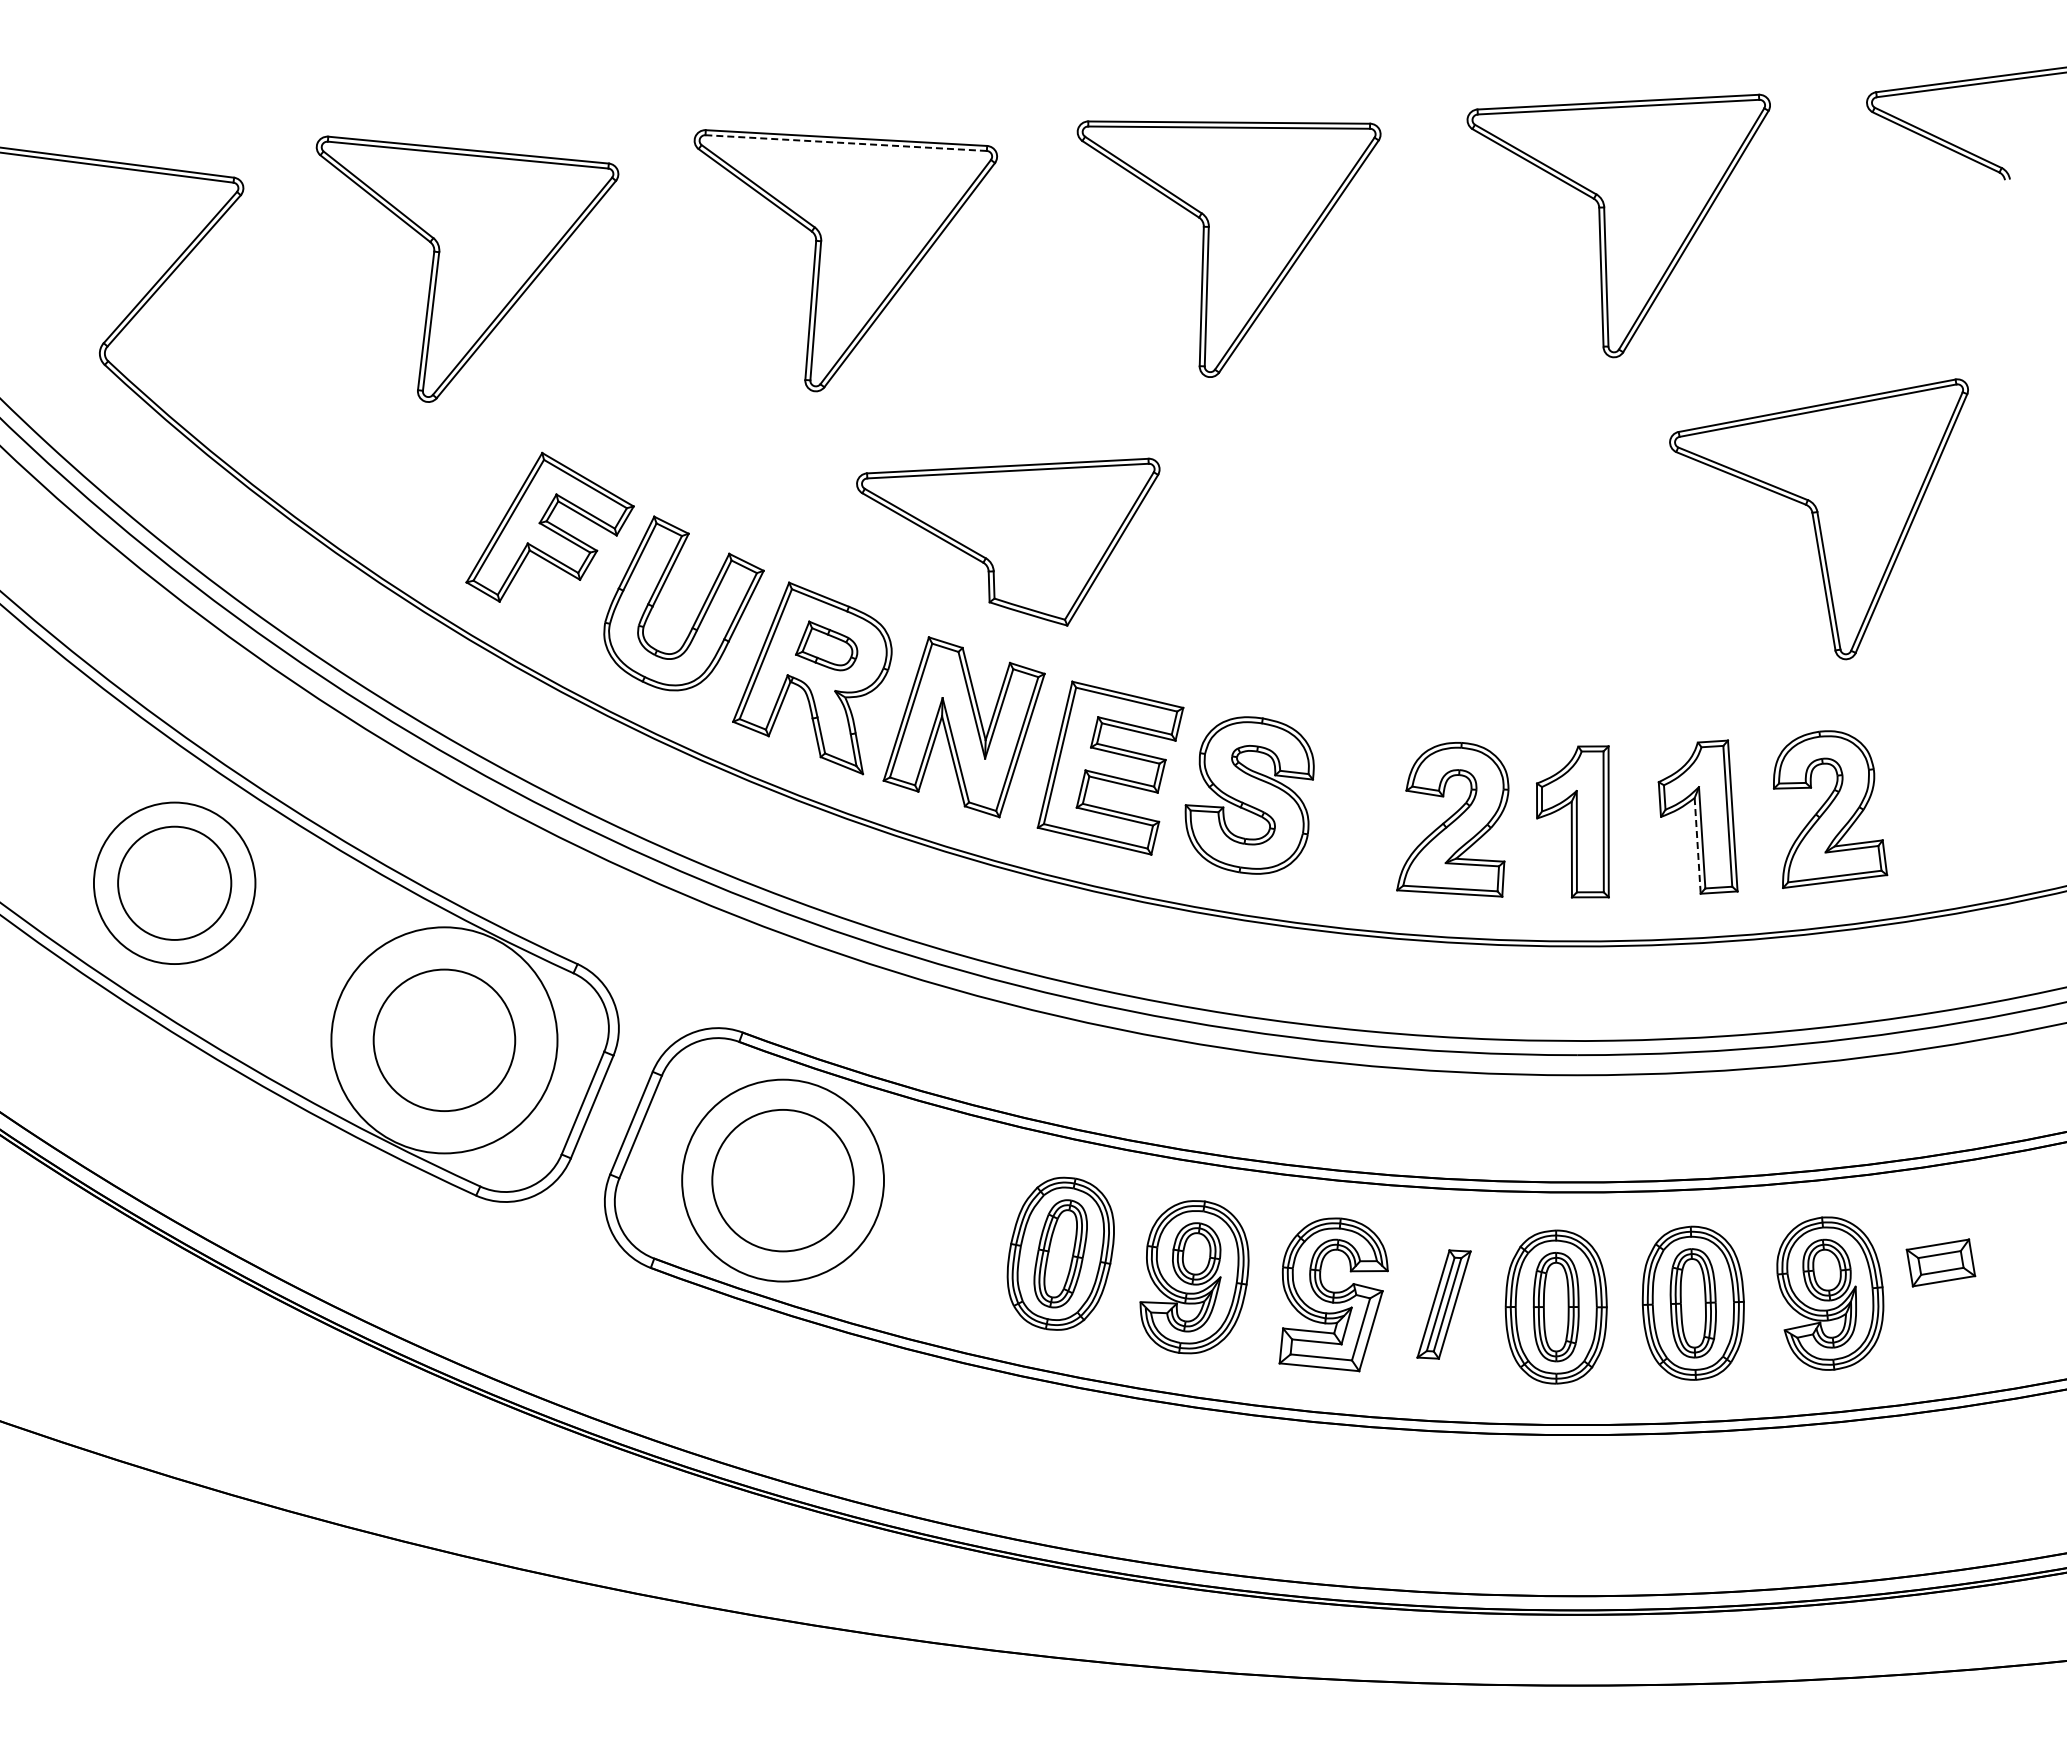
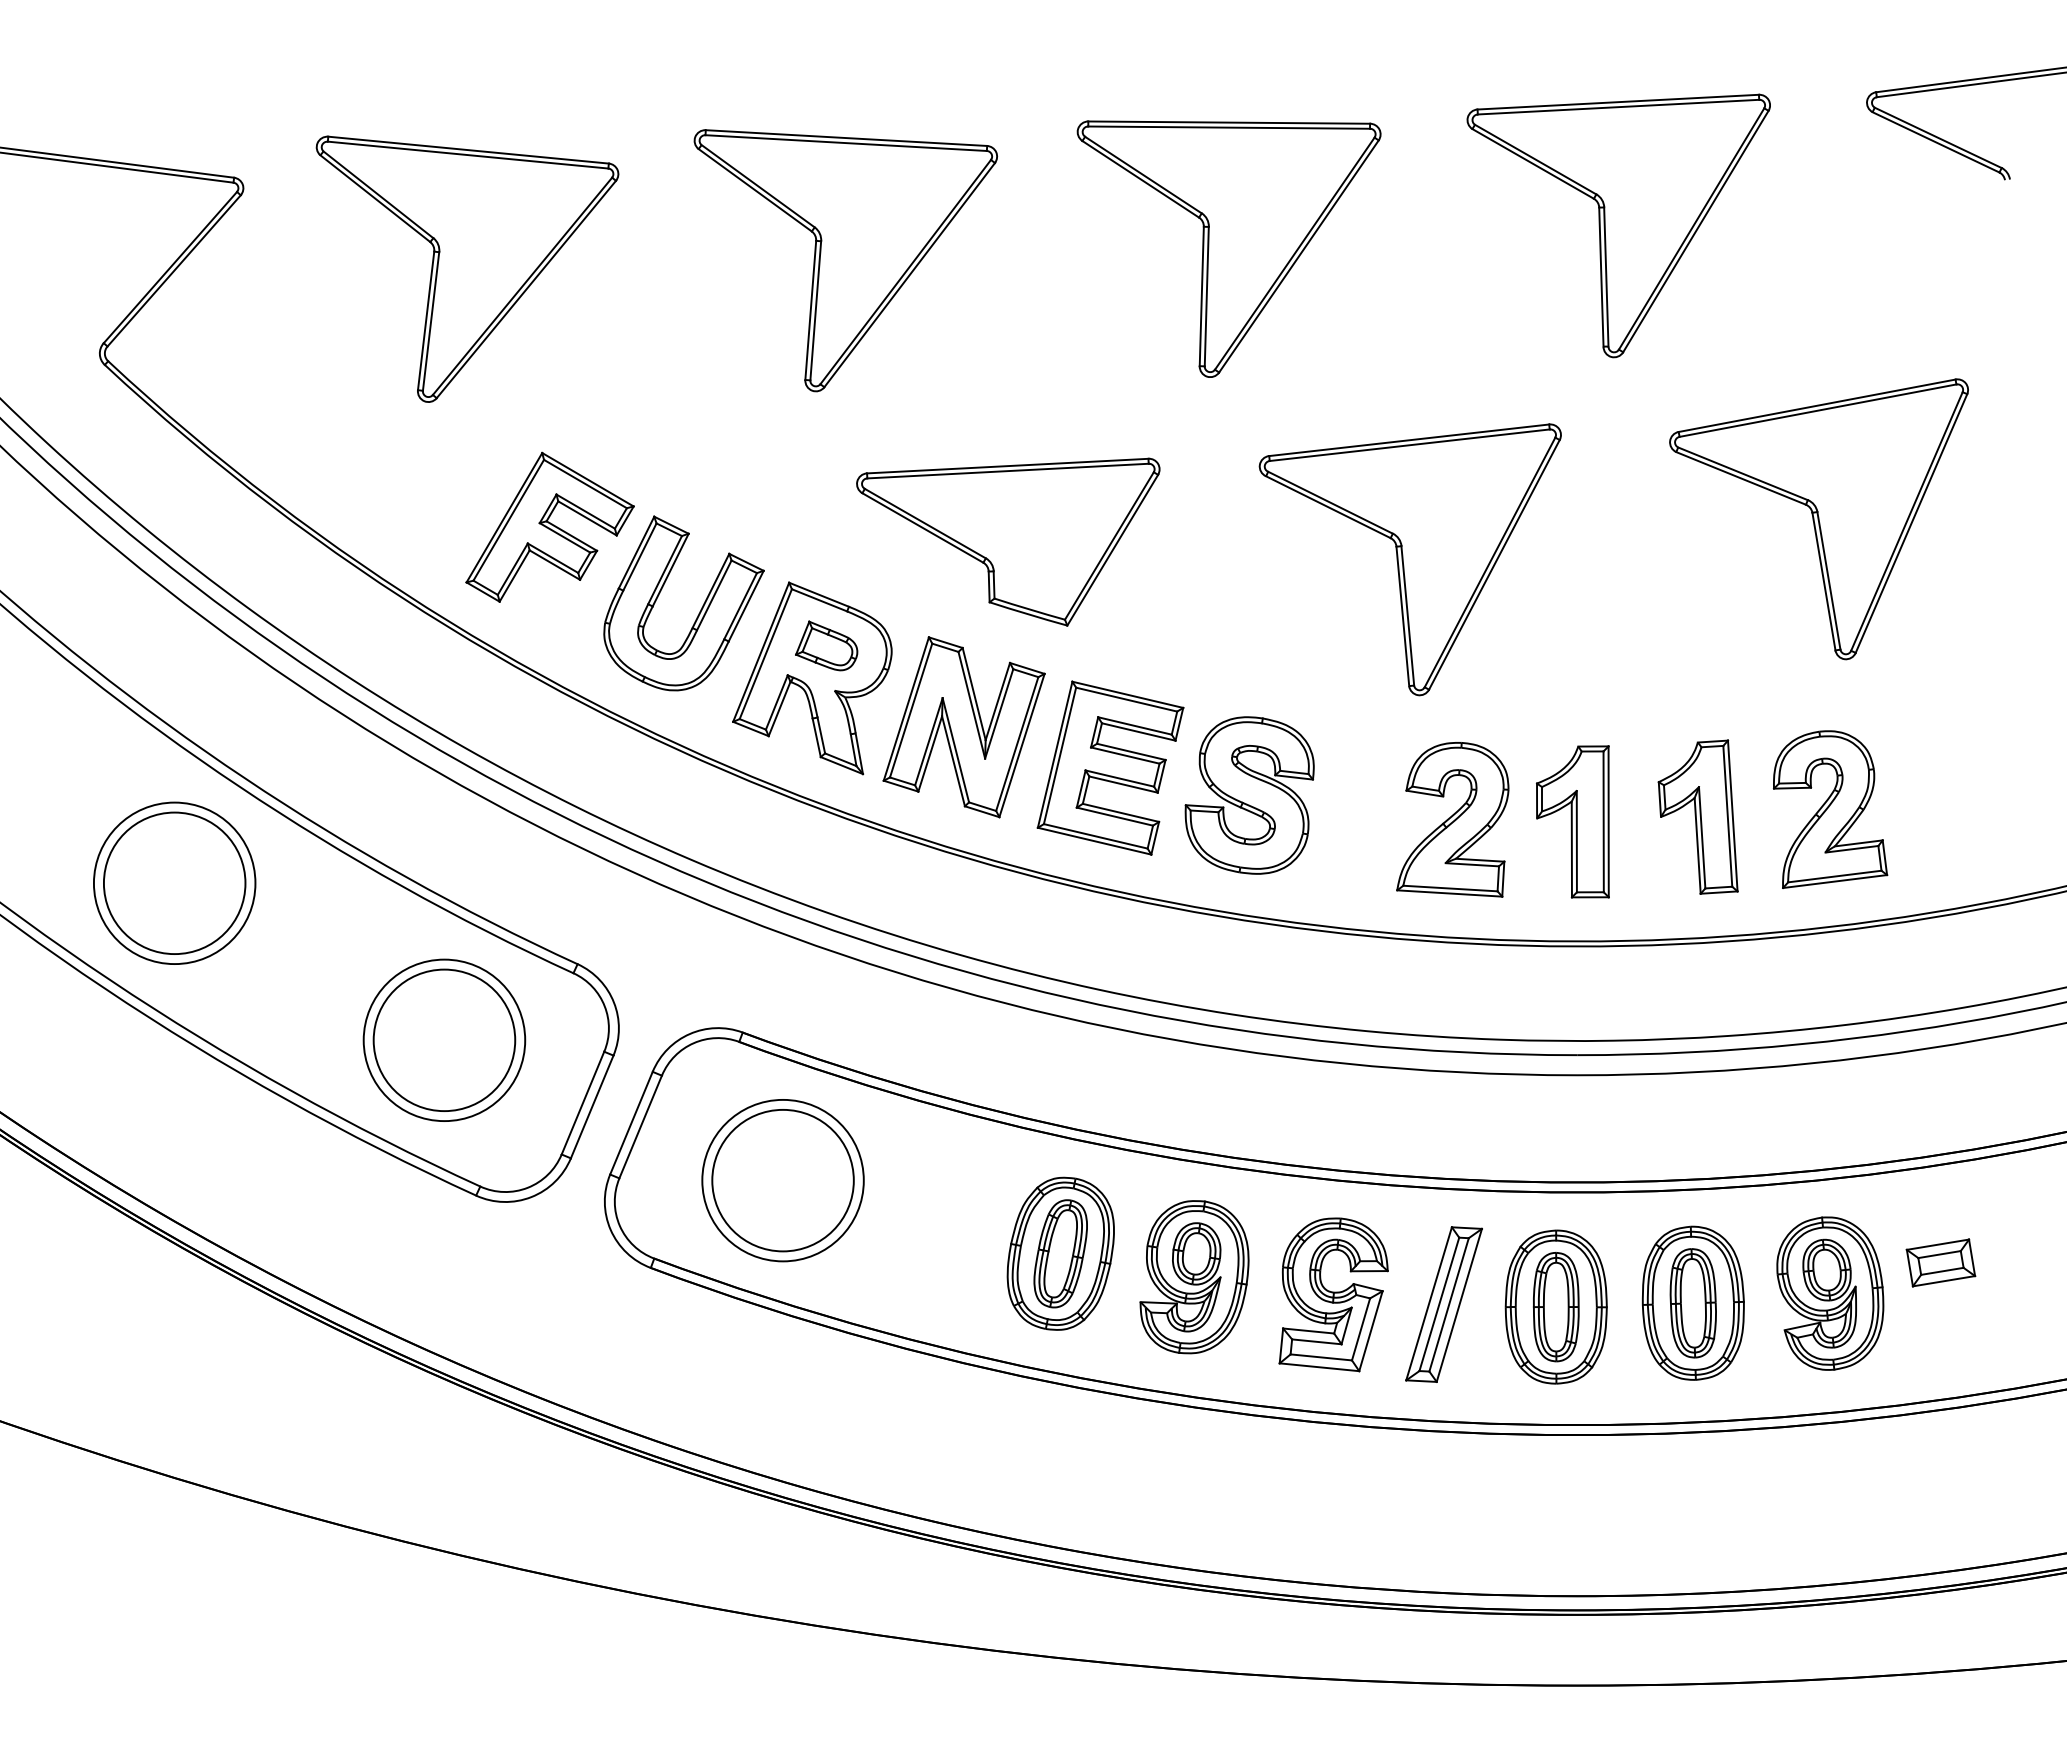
line at (846, 143): dashed -> solid
part at (1409, 559): none -> present
line at (1697, 845): dashed -> solid
circle at (174, 882) diameter: 113 px -> 142 px
circle at (444, 1040) diameter: 226 px -> 161 px
circle at (783, 1180) diameter: 202 px -> 161 px
part at (1443, 1304) size: 56x111 px -> 78x157 px
